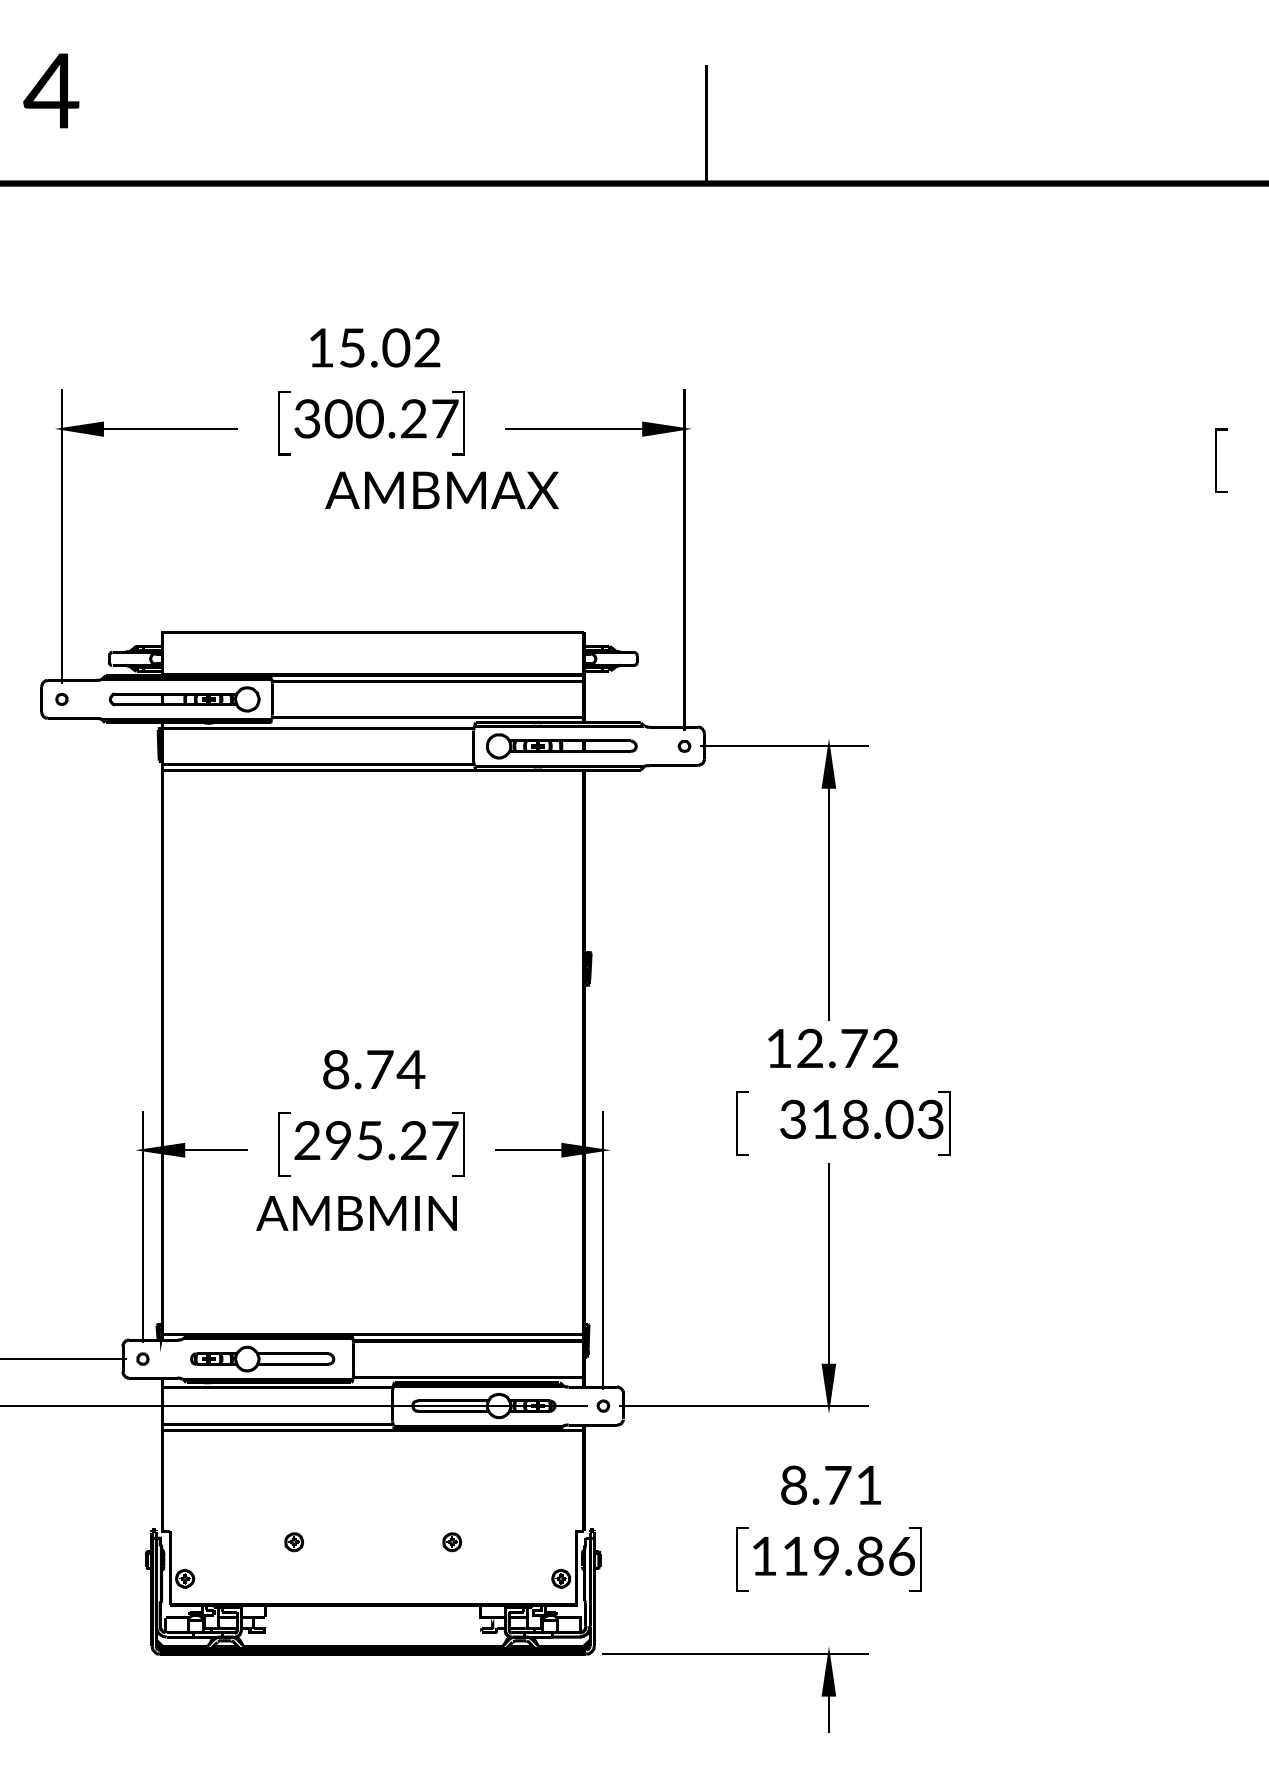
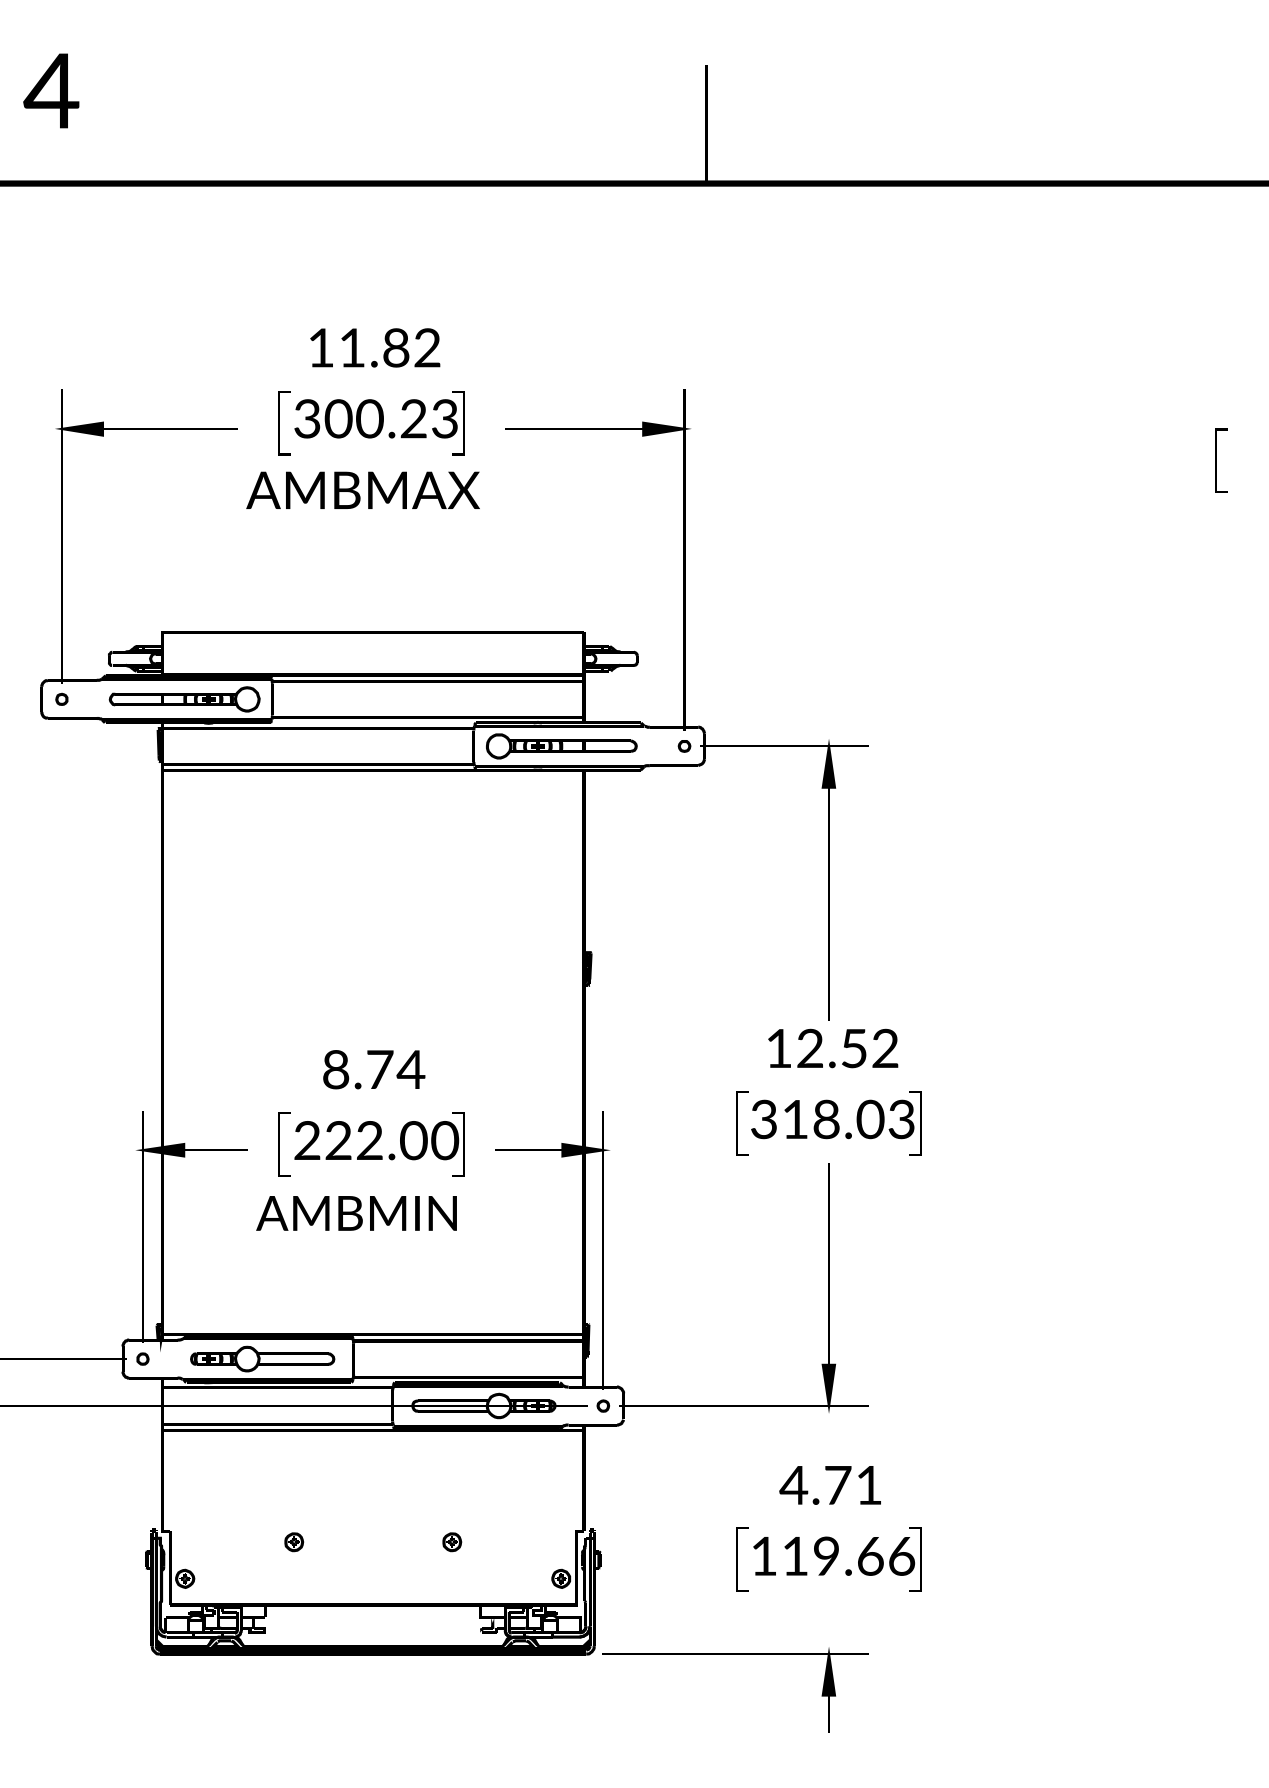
text at (375, 347): 15.02 -> 11.82
text at (445, 418): 300.27 -> 300.23
text at (441, 489) position: (441, 489) -> (362, 489)
text at (854, 1048): 12.72 -> 12.52
text at (865, 1123) position: (865, 1123) -> (836, 1123)
text at (392, 1140): 295.27 -> 222.00
text at (793, 1484): 8.71 -> 4.71
text at (870, 1555): 119.86 -> 119.66
